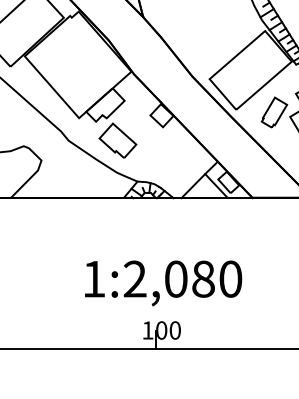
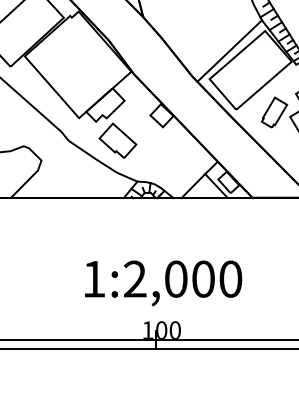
line at (229, 50): none -> present
text at (203, 278): 1:2,080 -> 1:2,000
line at (148, 340): none -> present
